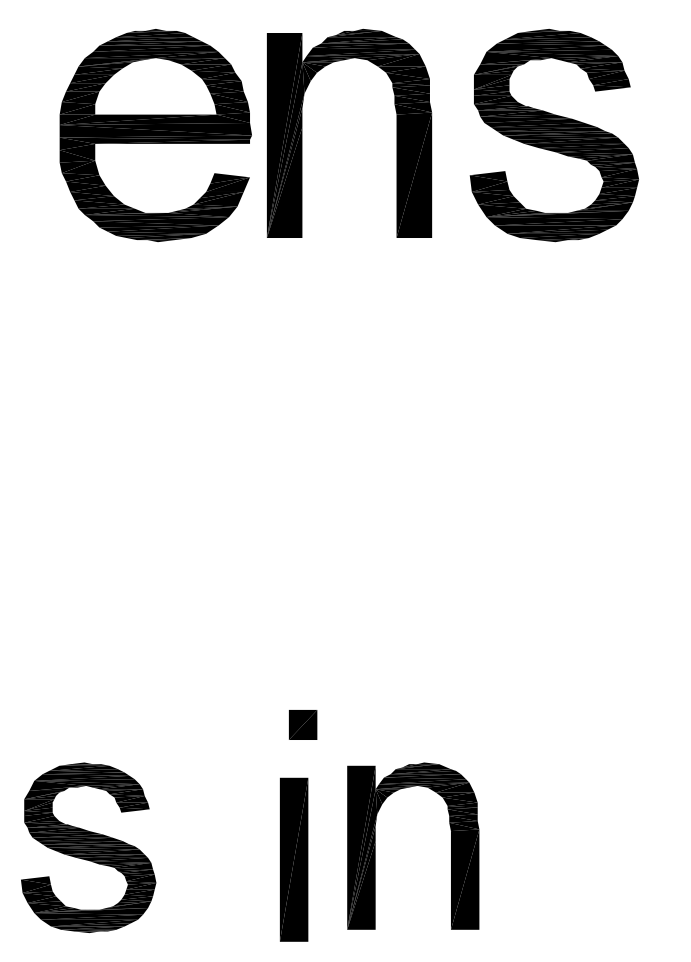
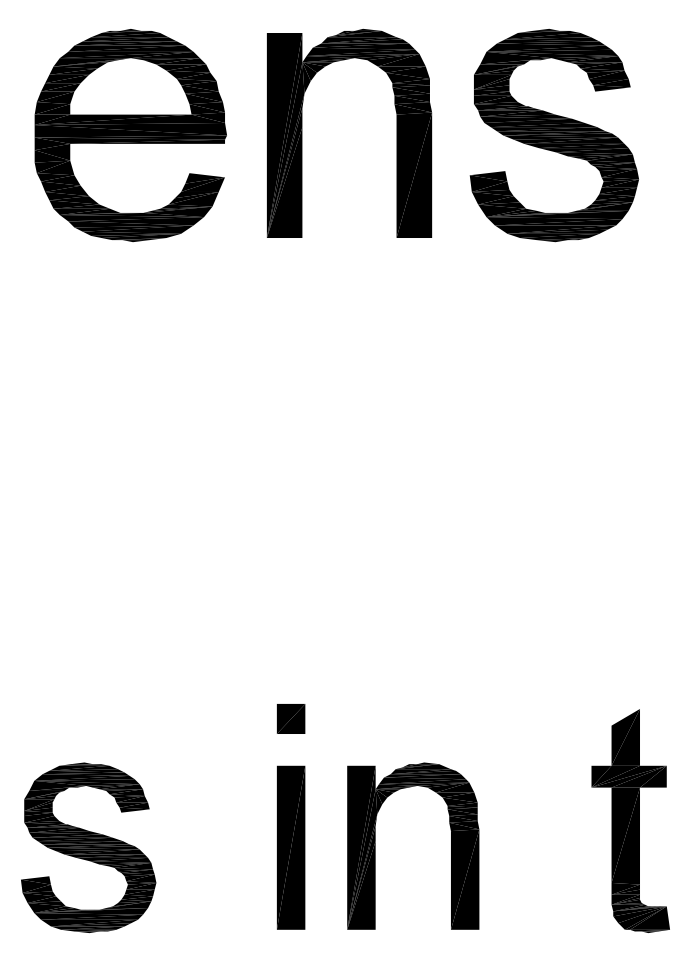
part at (155, 135) position: (155, 135) -> (130, 135)
part at (303, 724) position: (303, 724) -> (291, 718)
part at (630, 820): none -> present
part at (294, 859) position: (294, 859) -> (291, 847)
